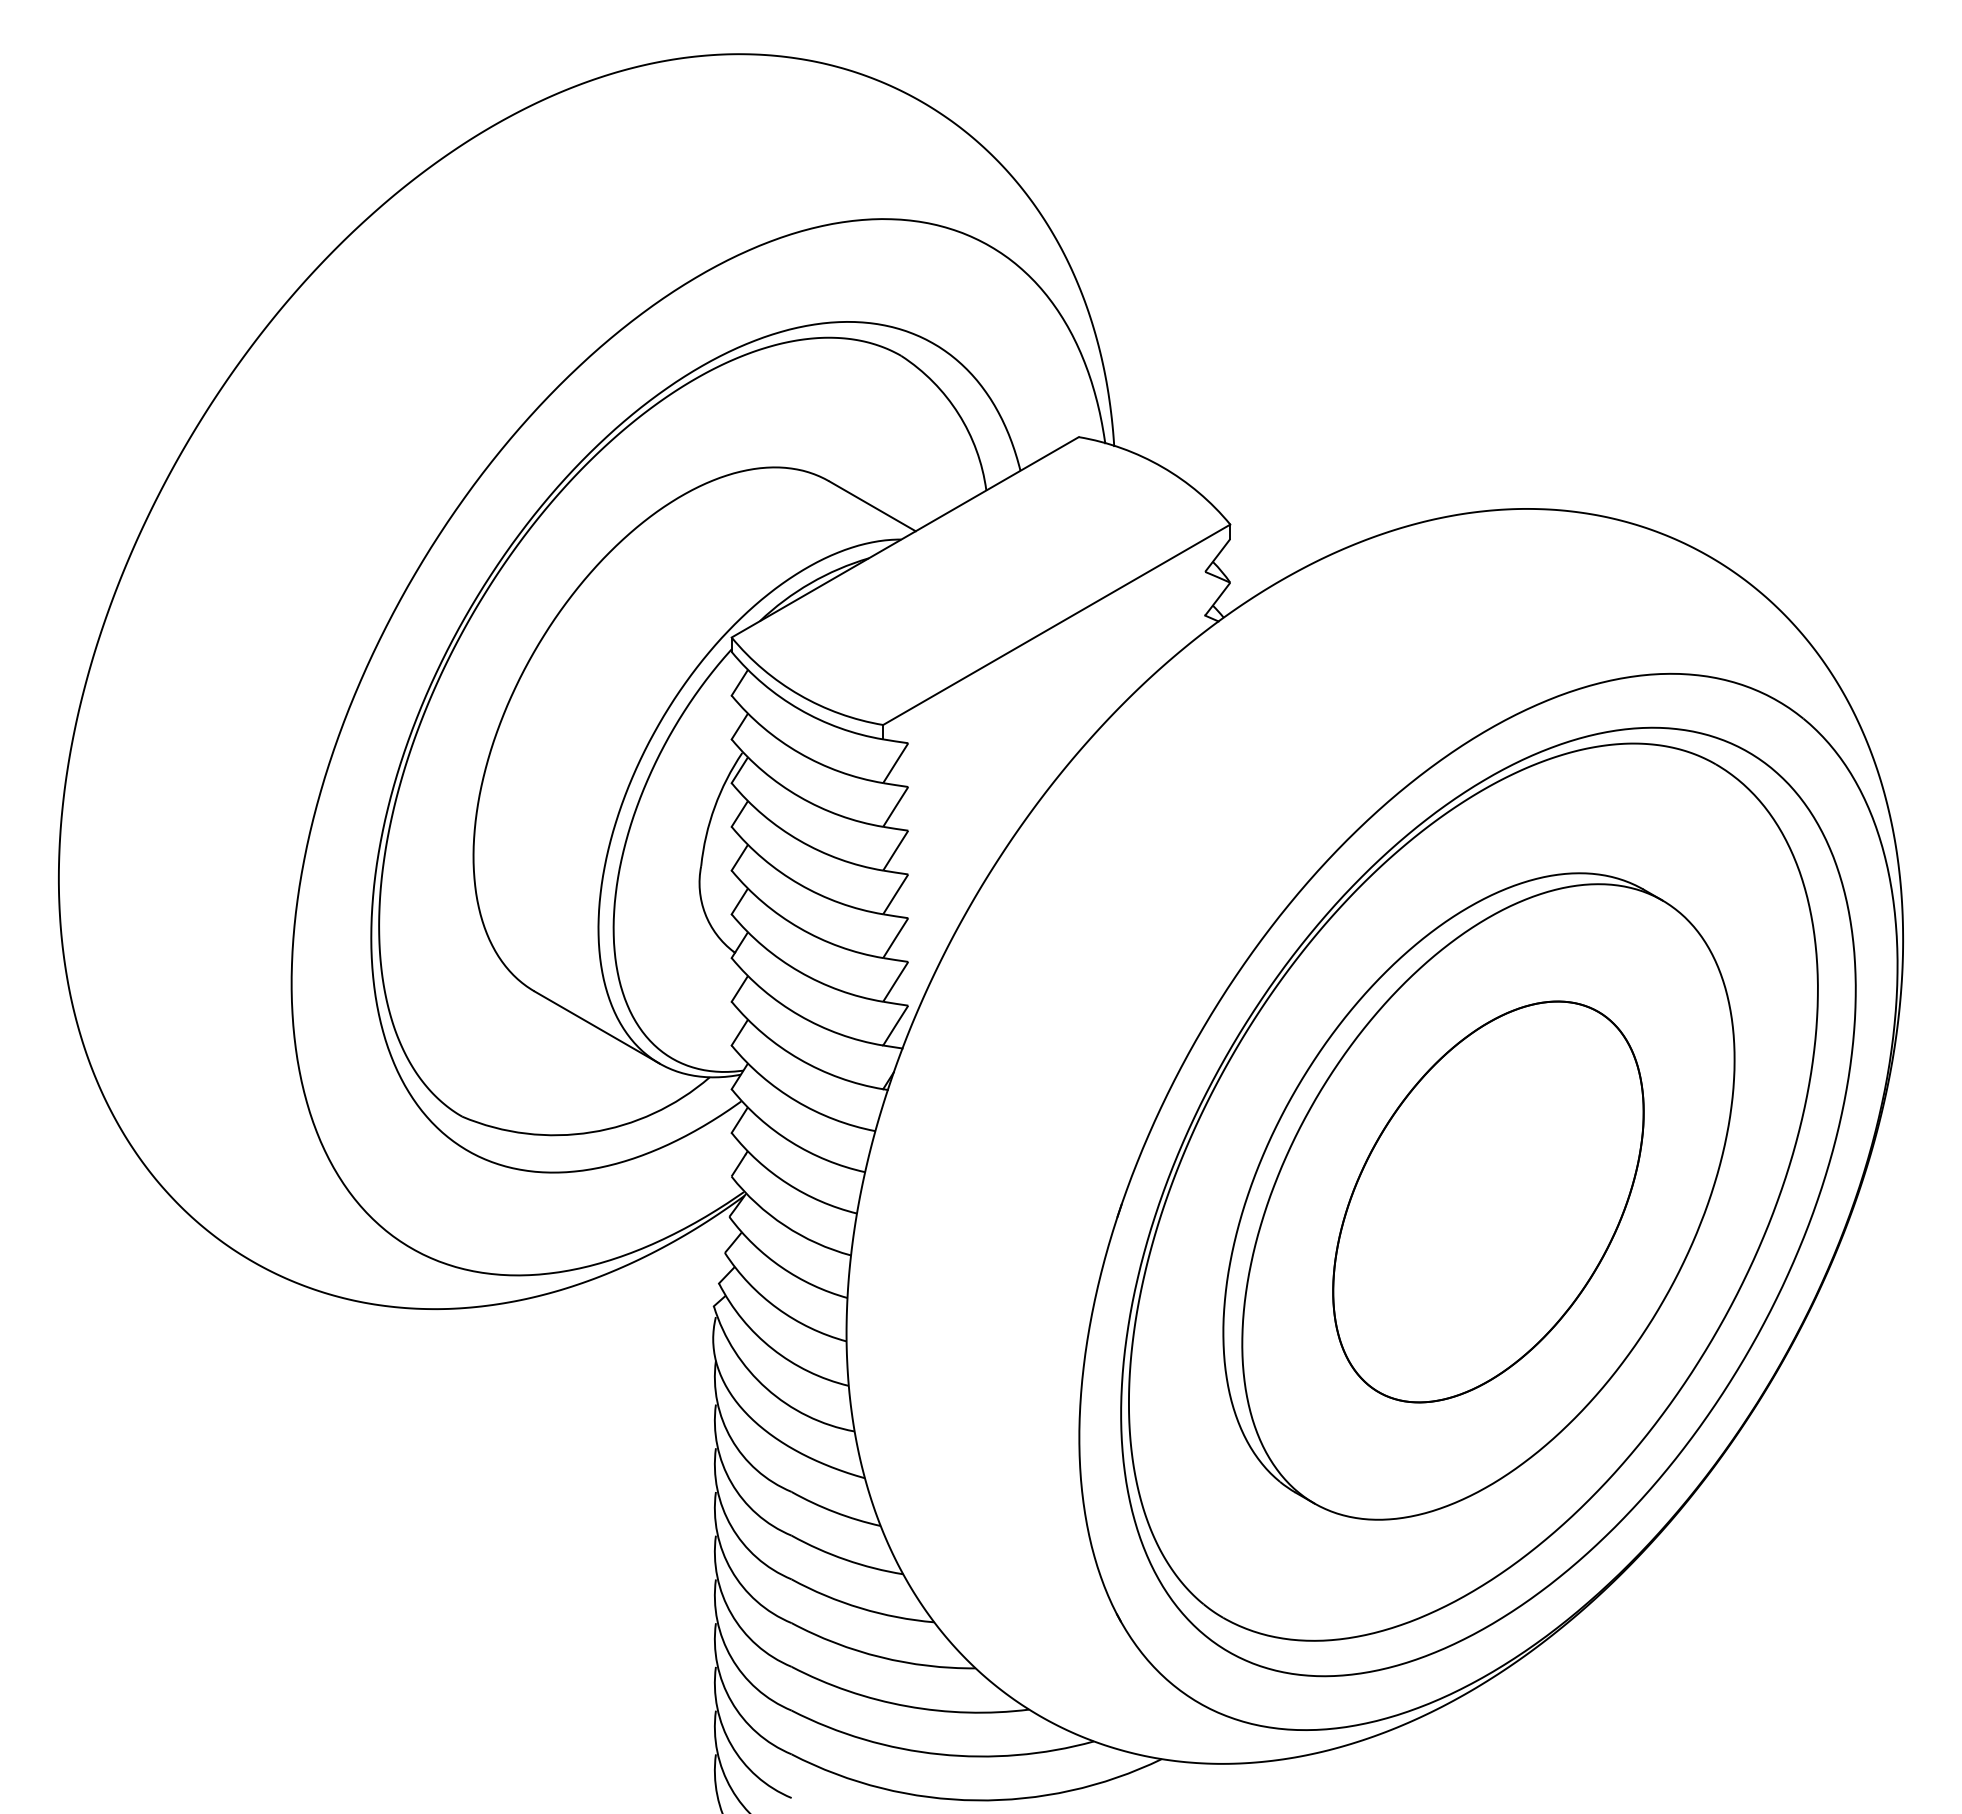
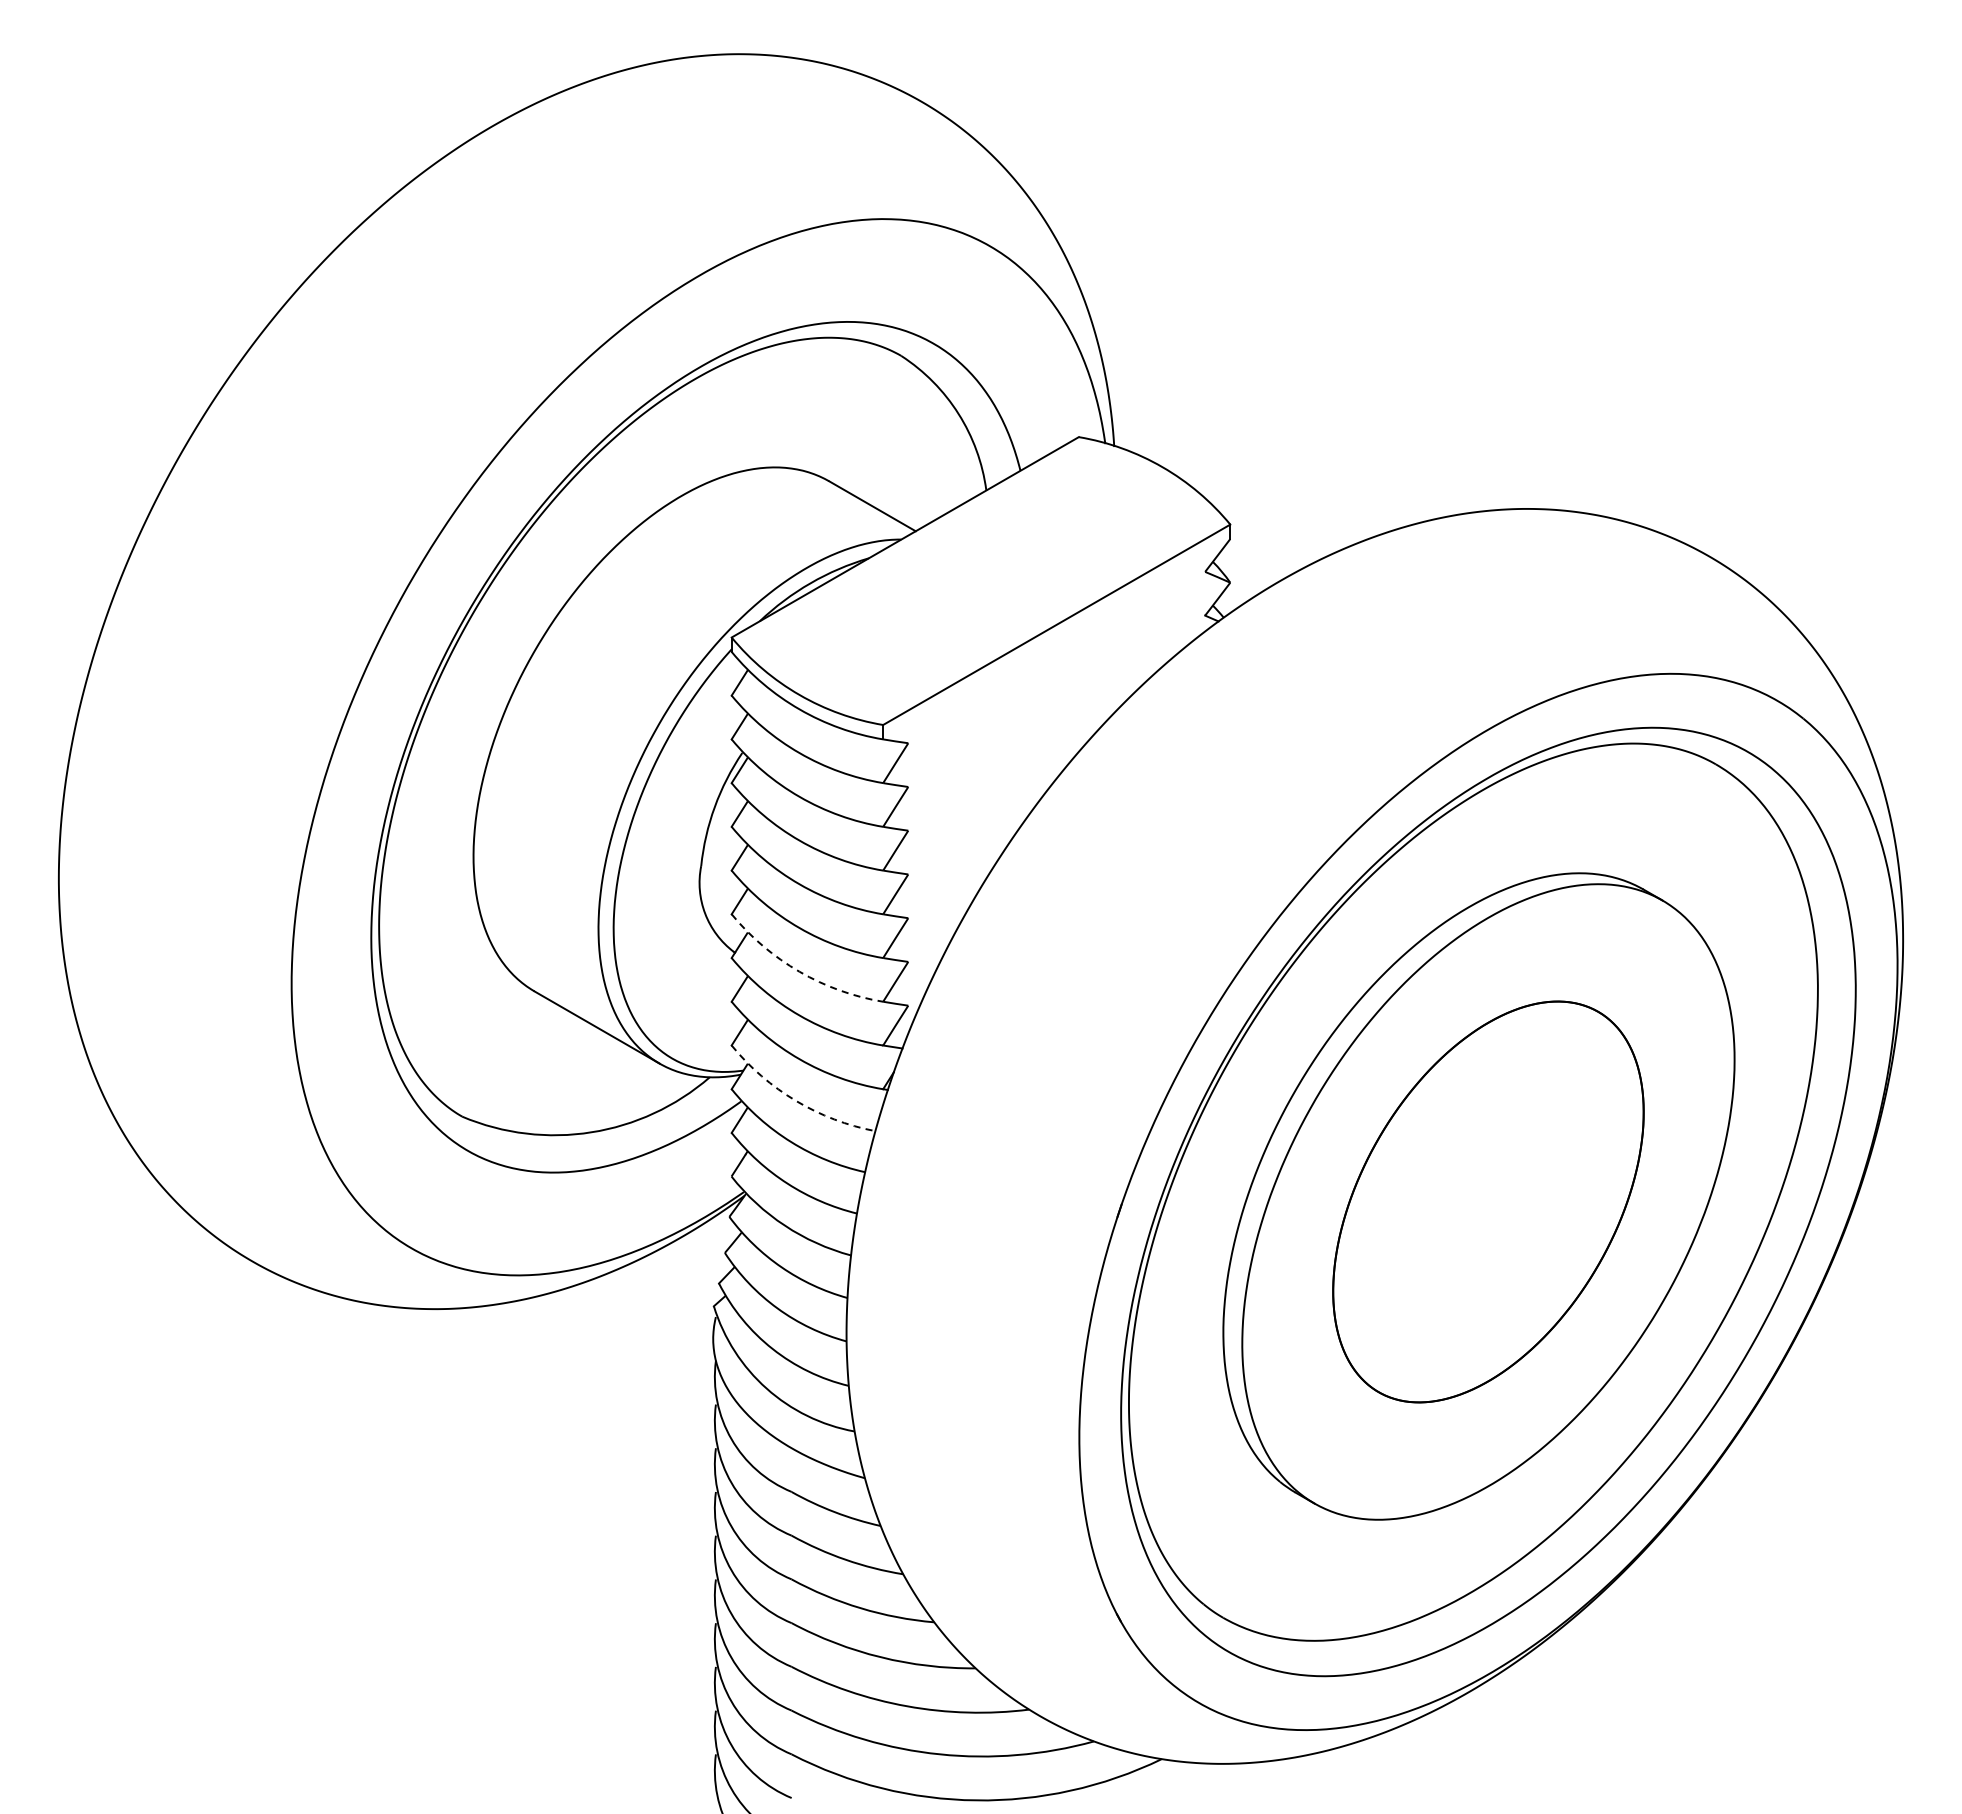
arc at (799, 971): solid -> dashed
arc at (796, 1100): solid -> dashed
